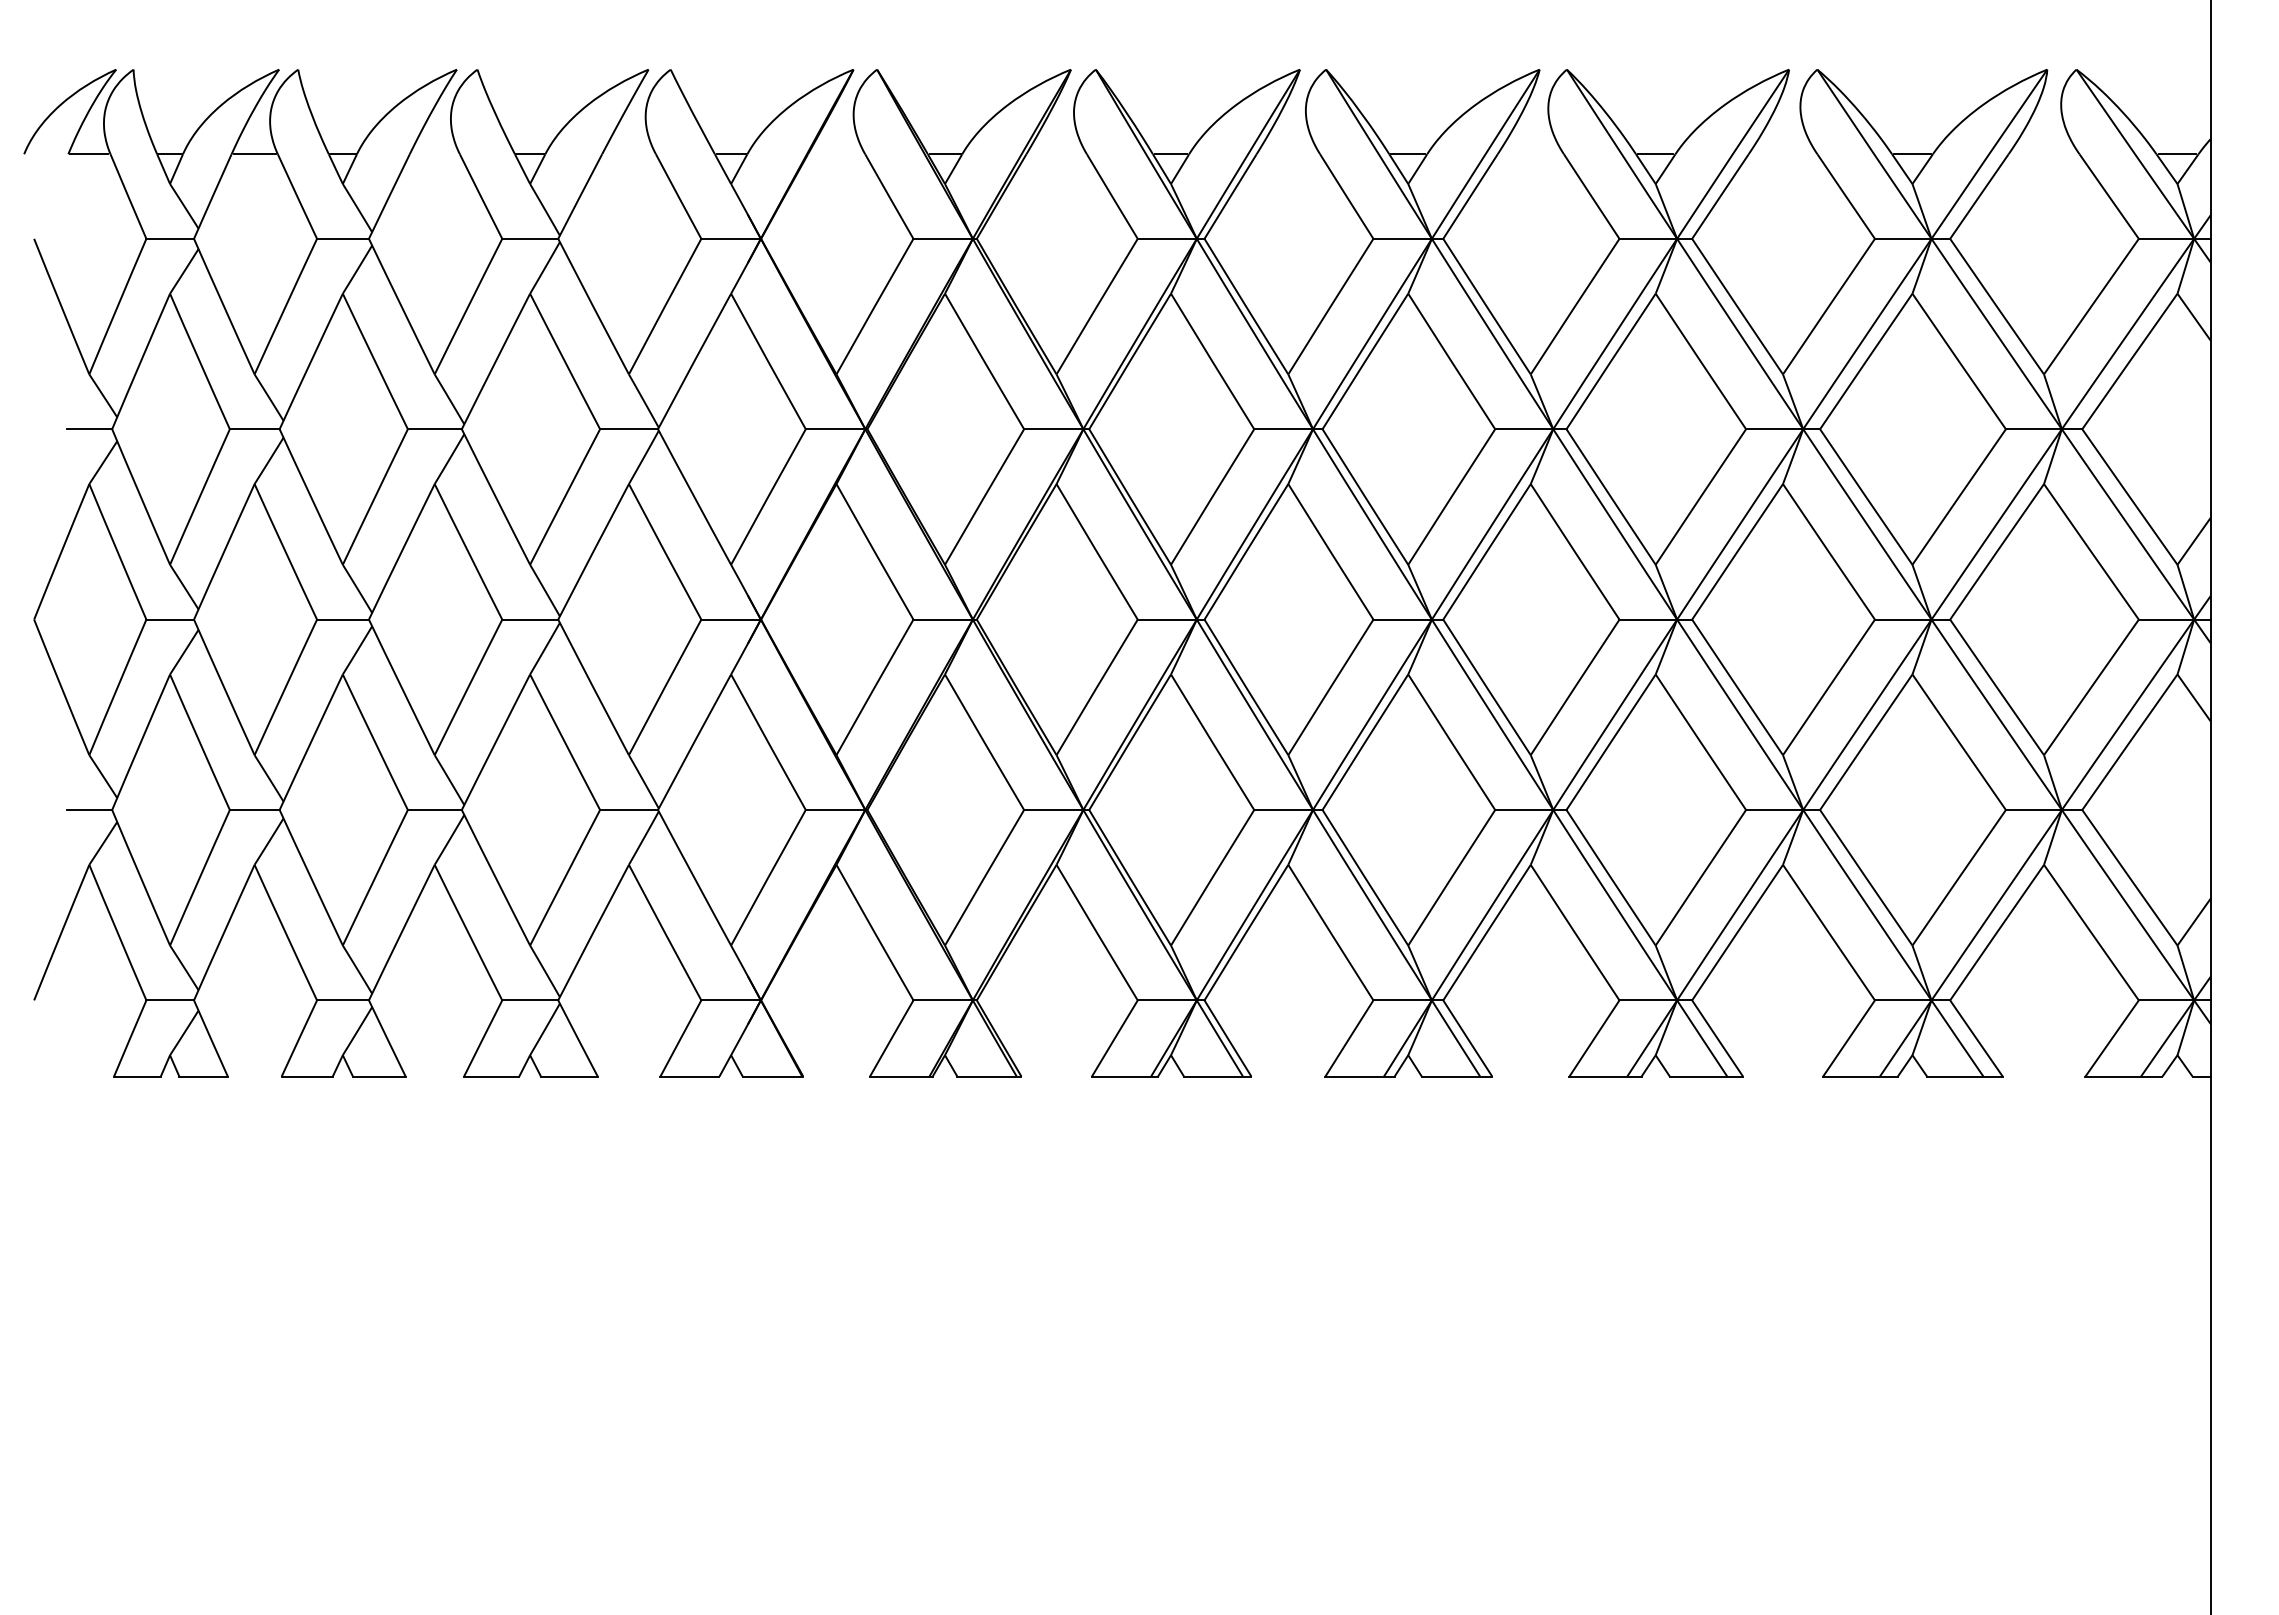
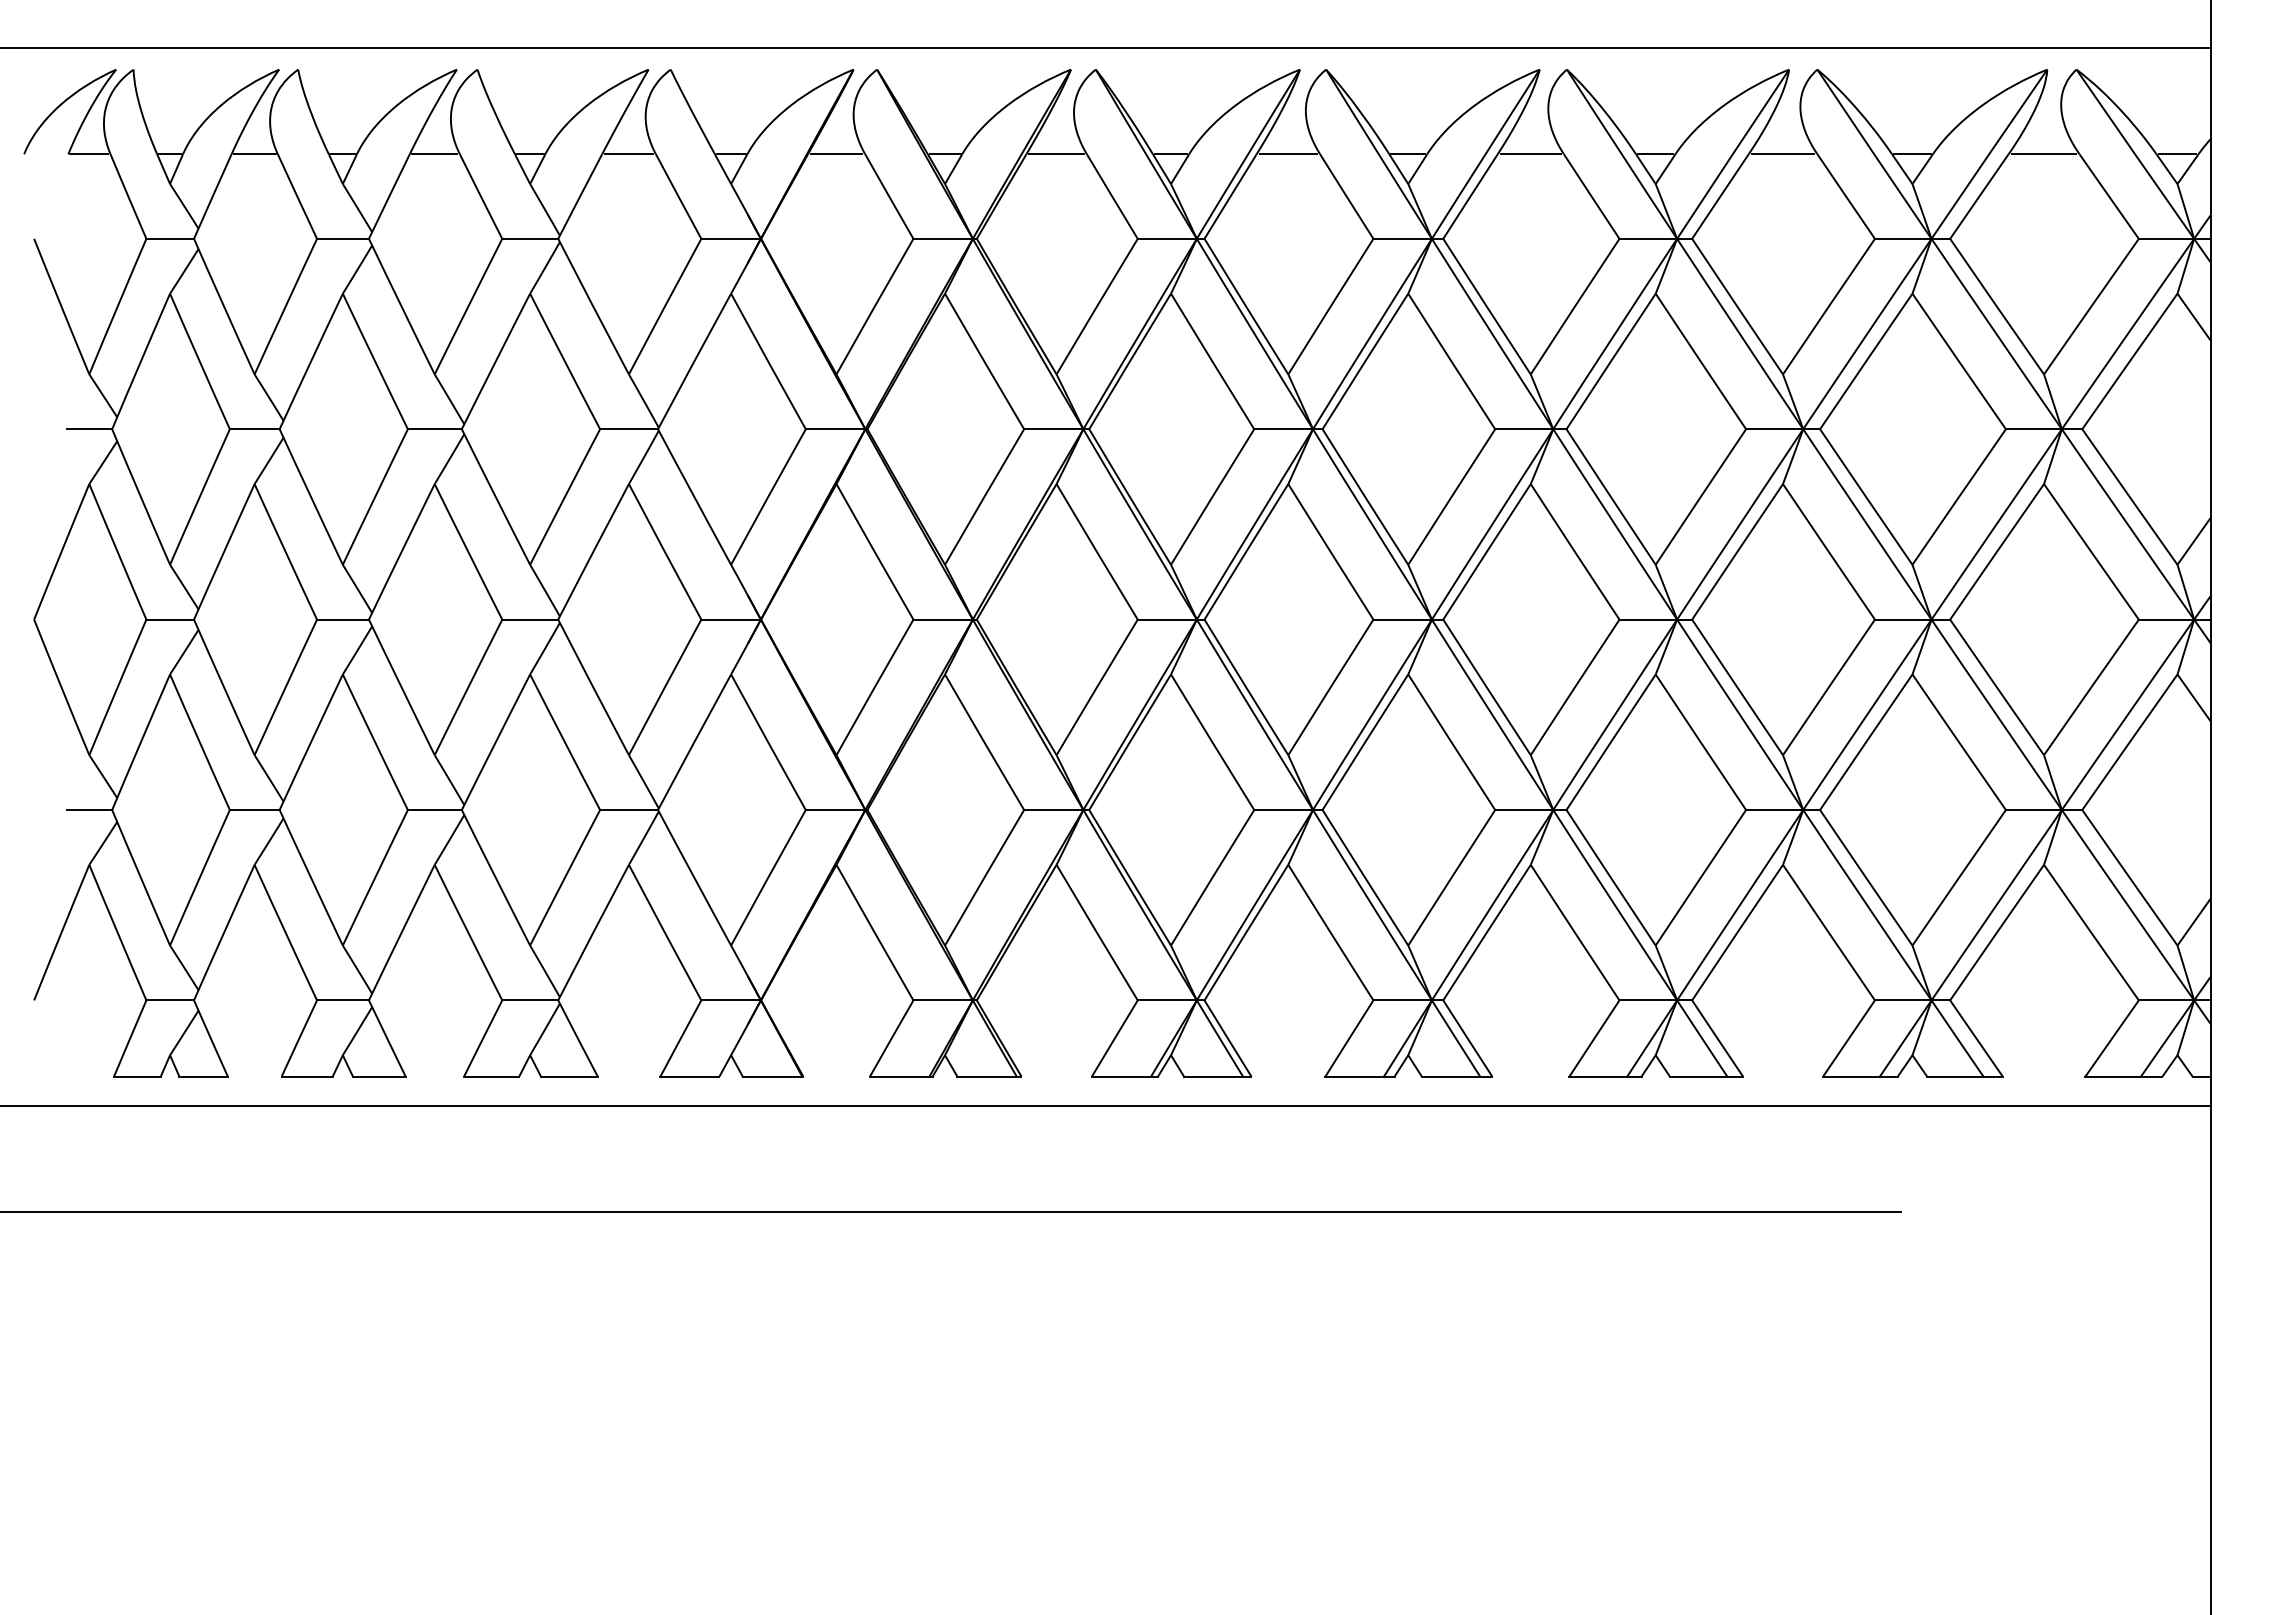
line at (1106, 48): none -> present
line at (434, 154): none -> present
line at (628, 154): none -> present
line at (836, 154): none -> present
line at (1056, 154): none -> present
line at (1287, 154): none -> present
line at (1530, 154): none -> present
line at (1782, 154): none -> present
line at (2043, 154): none -> present
line at (1106, 1106): none -> present
line at (951, 1211): none -> present
